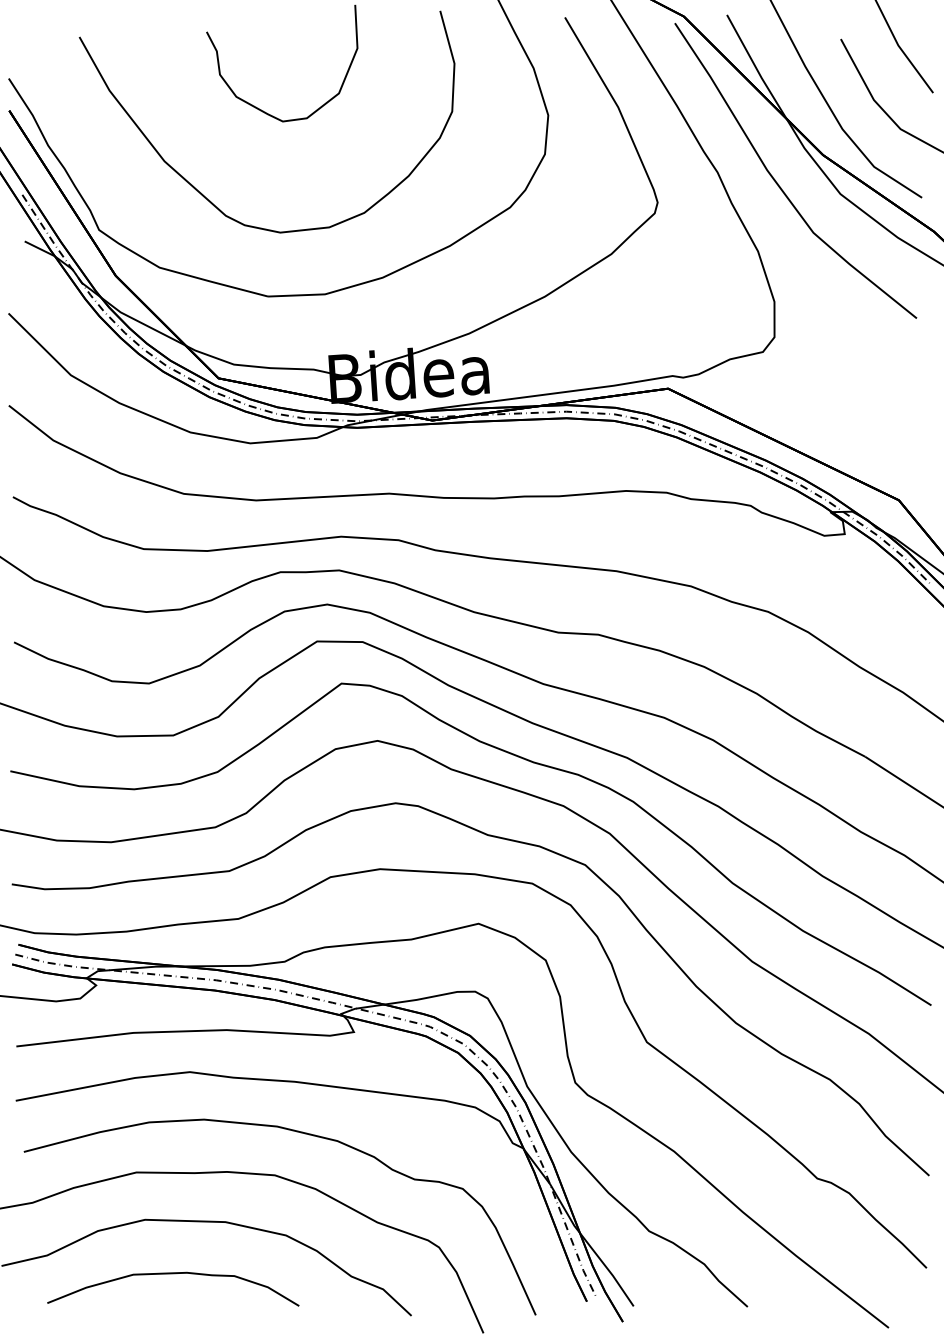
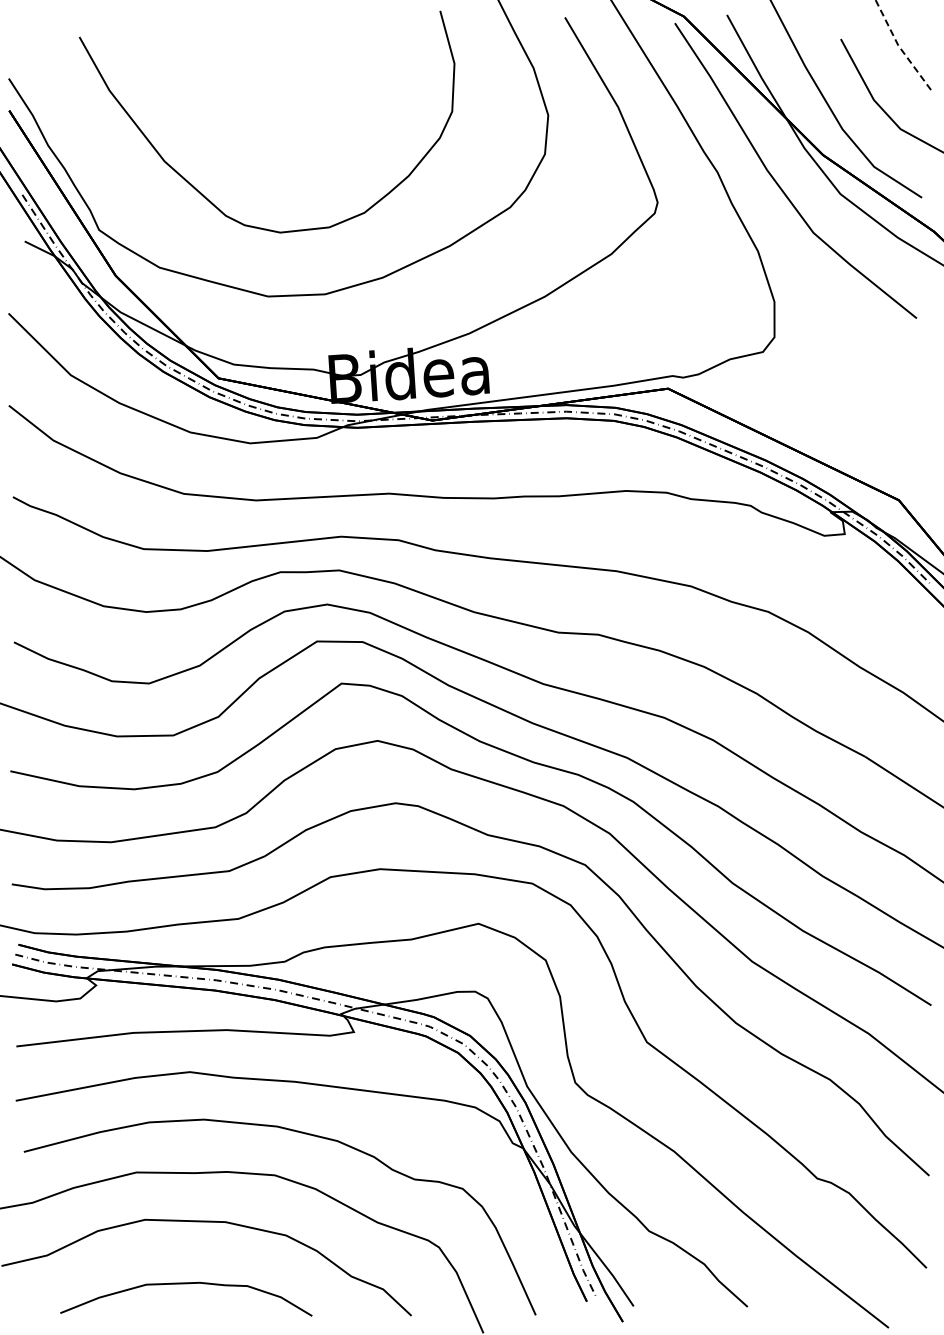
line at (901, 49): solid -> dashed
curve at (256, 106): present -> none
curve at (173, 1274) position: (173, 1274) -> (186, 1284)
